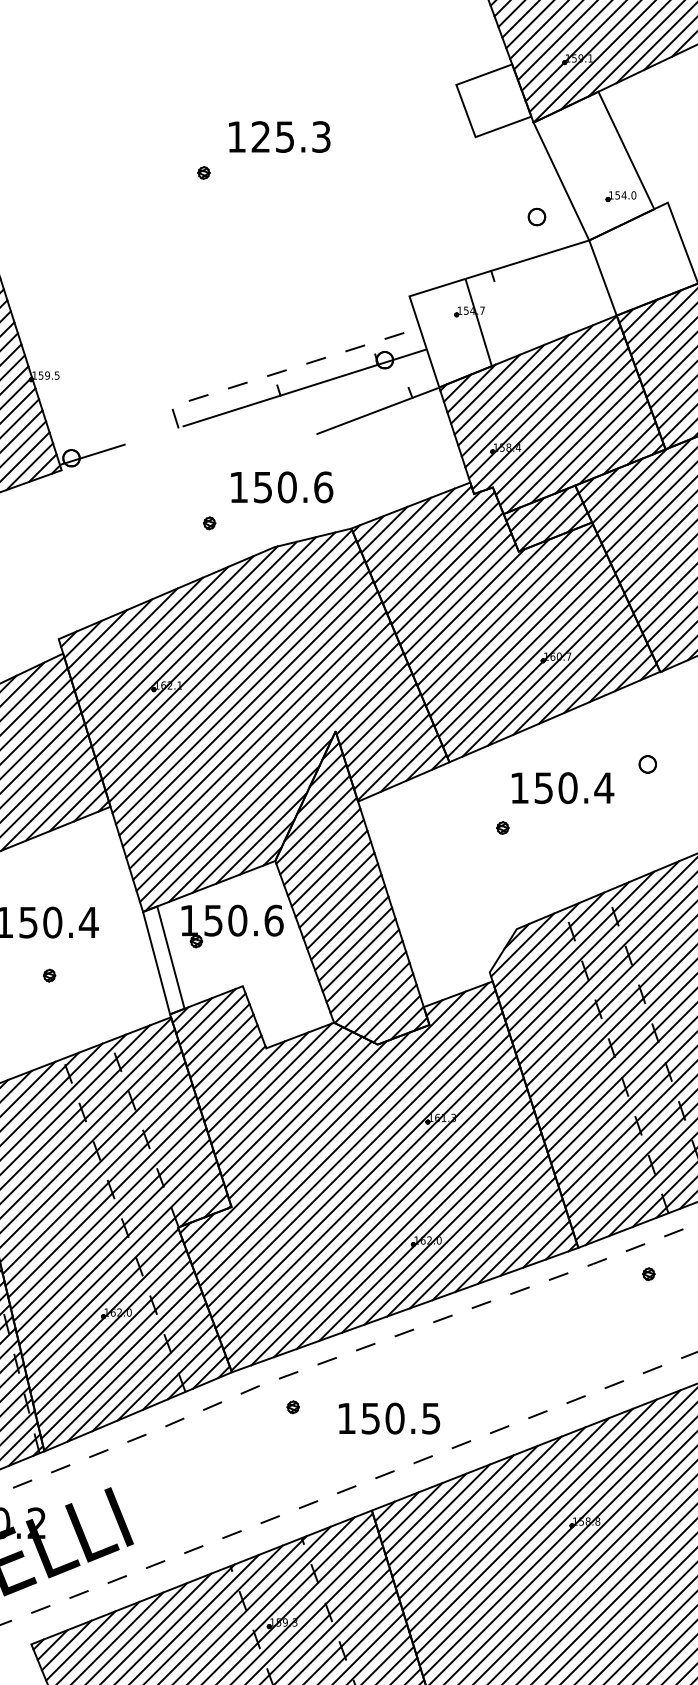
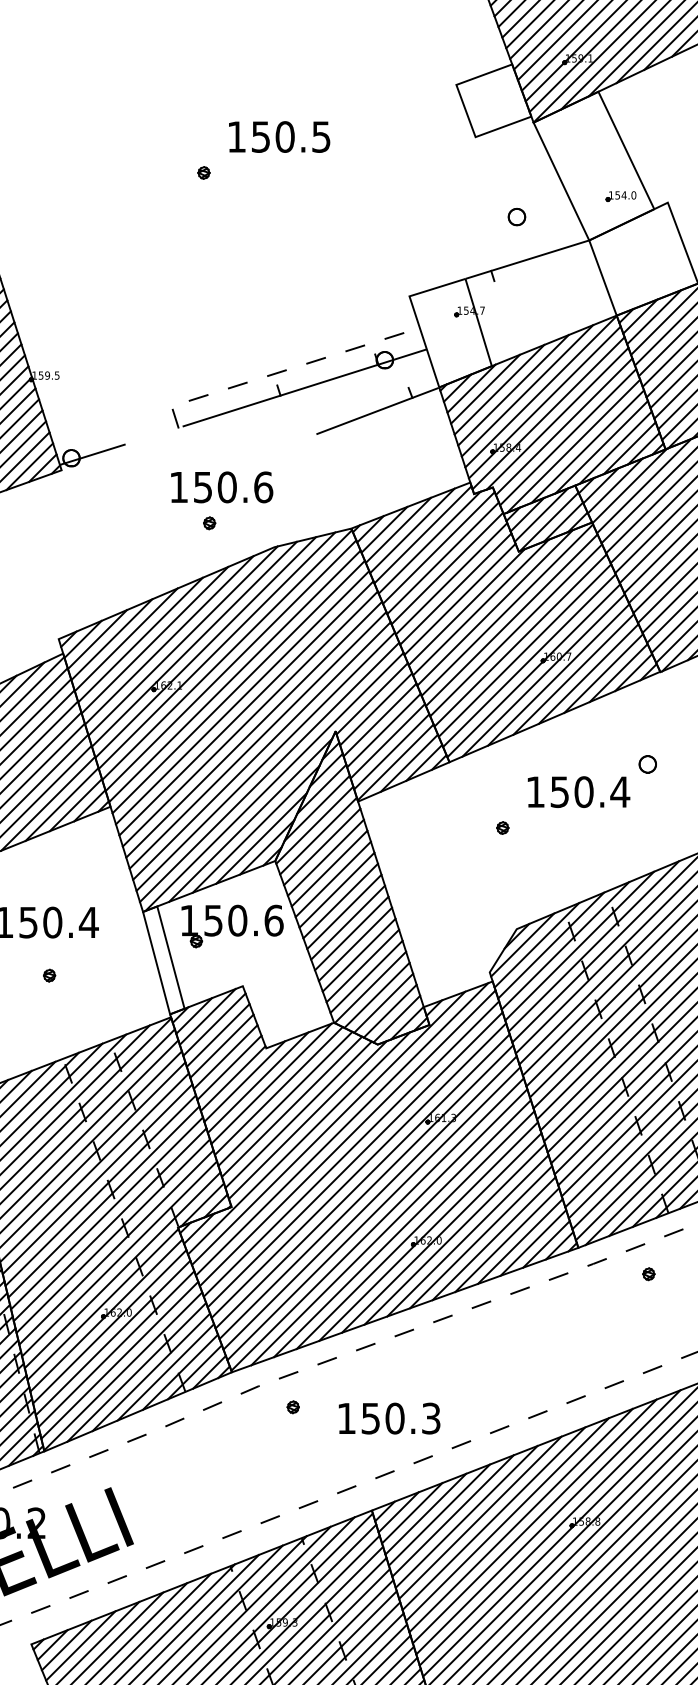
text at (290, 136): 125.3 -> 150.5
part at (536, 217) position: (536, 217) -> (516, 217)
text at (282, 487) position: (282, 487) -> (222, 487)
text at (562, 787) position: (562, 787) -> (578, 791)
text at (431, 1417): 150.5 -> 150.3
